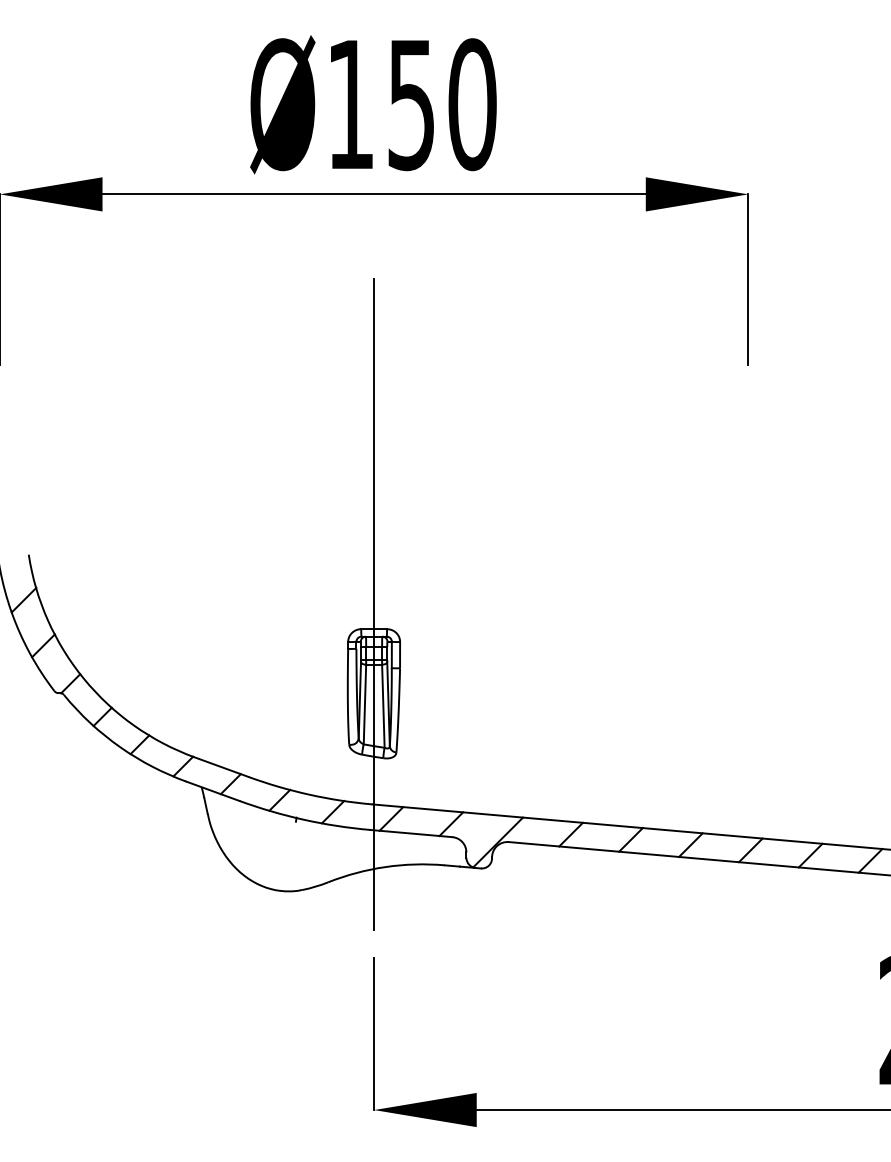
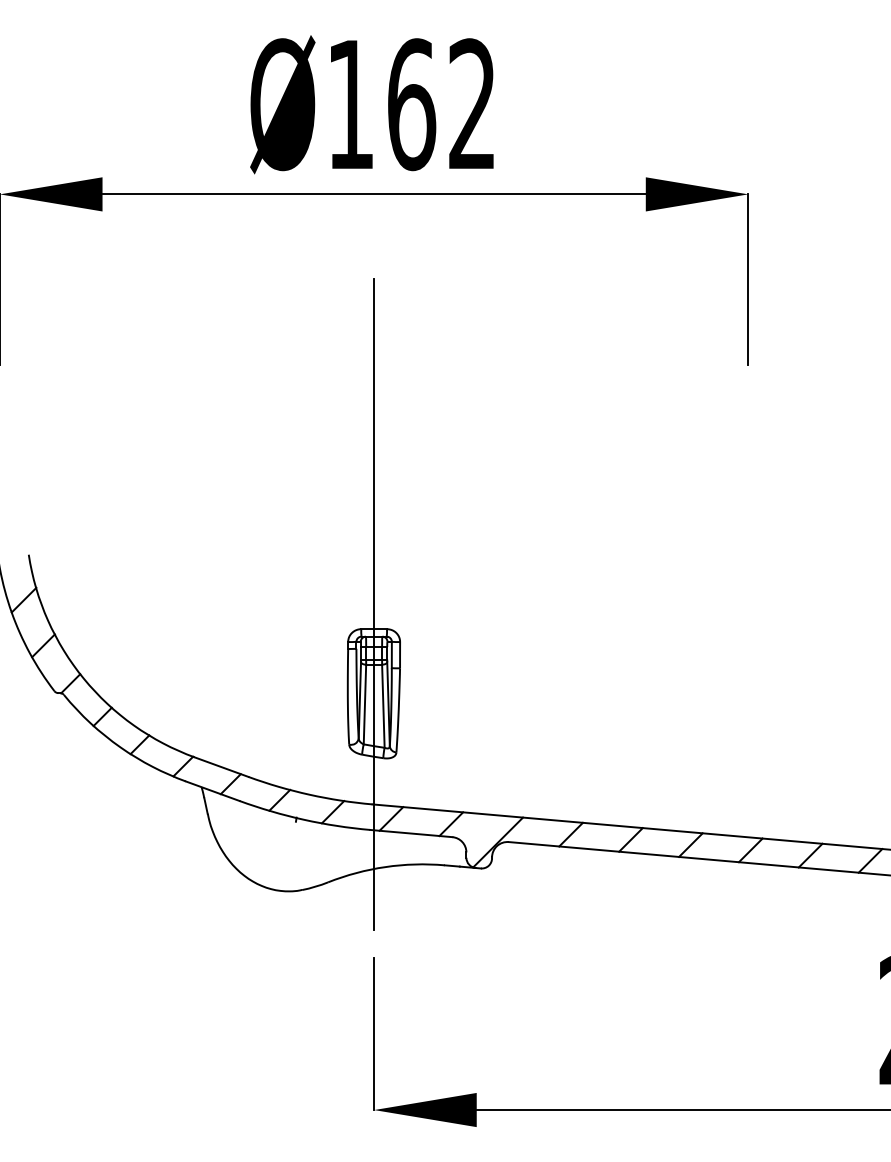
text at (442, 104): Ø150 -> Ø162
